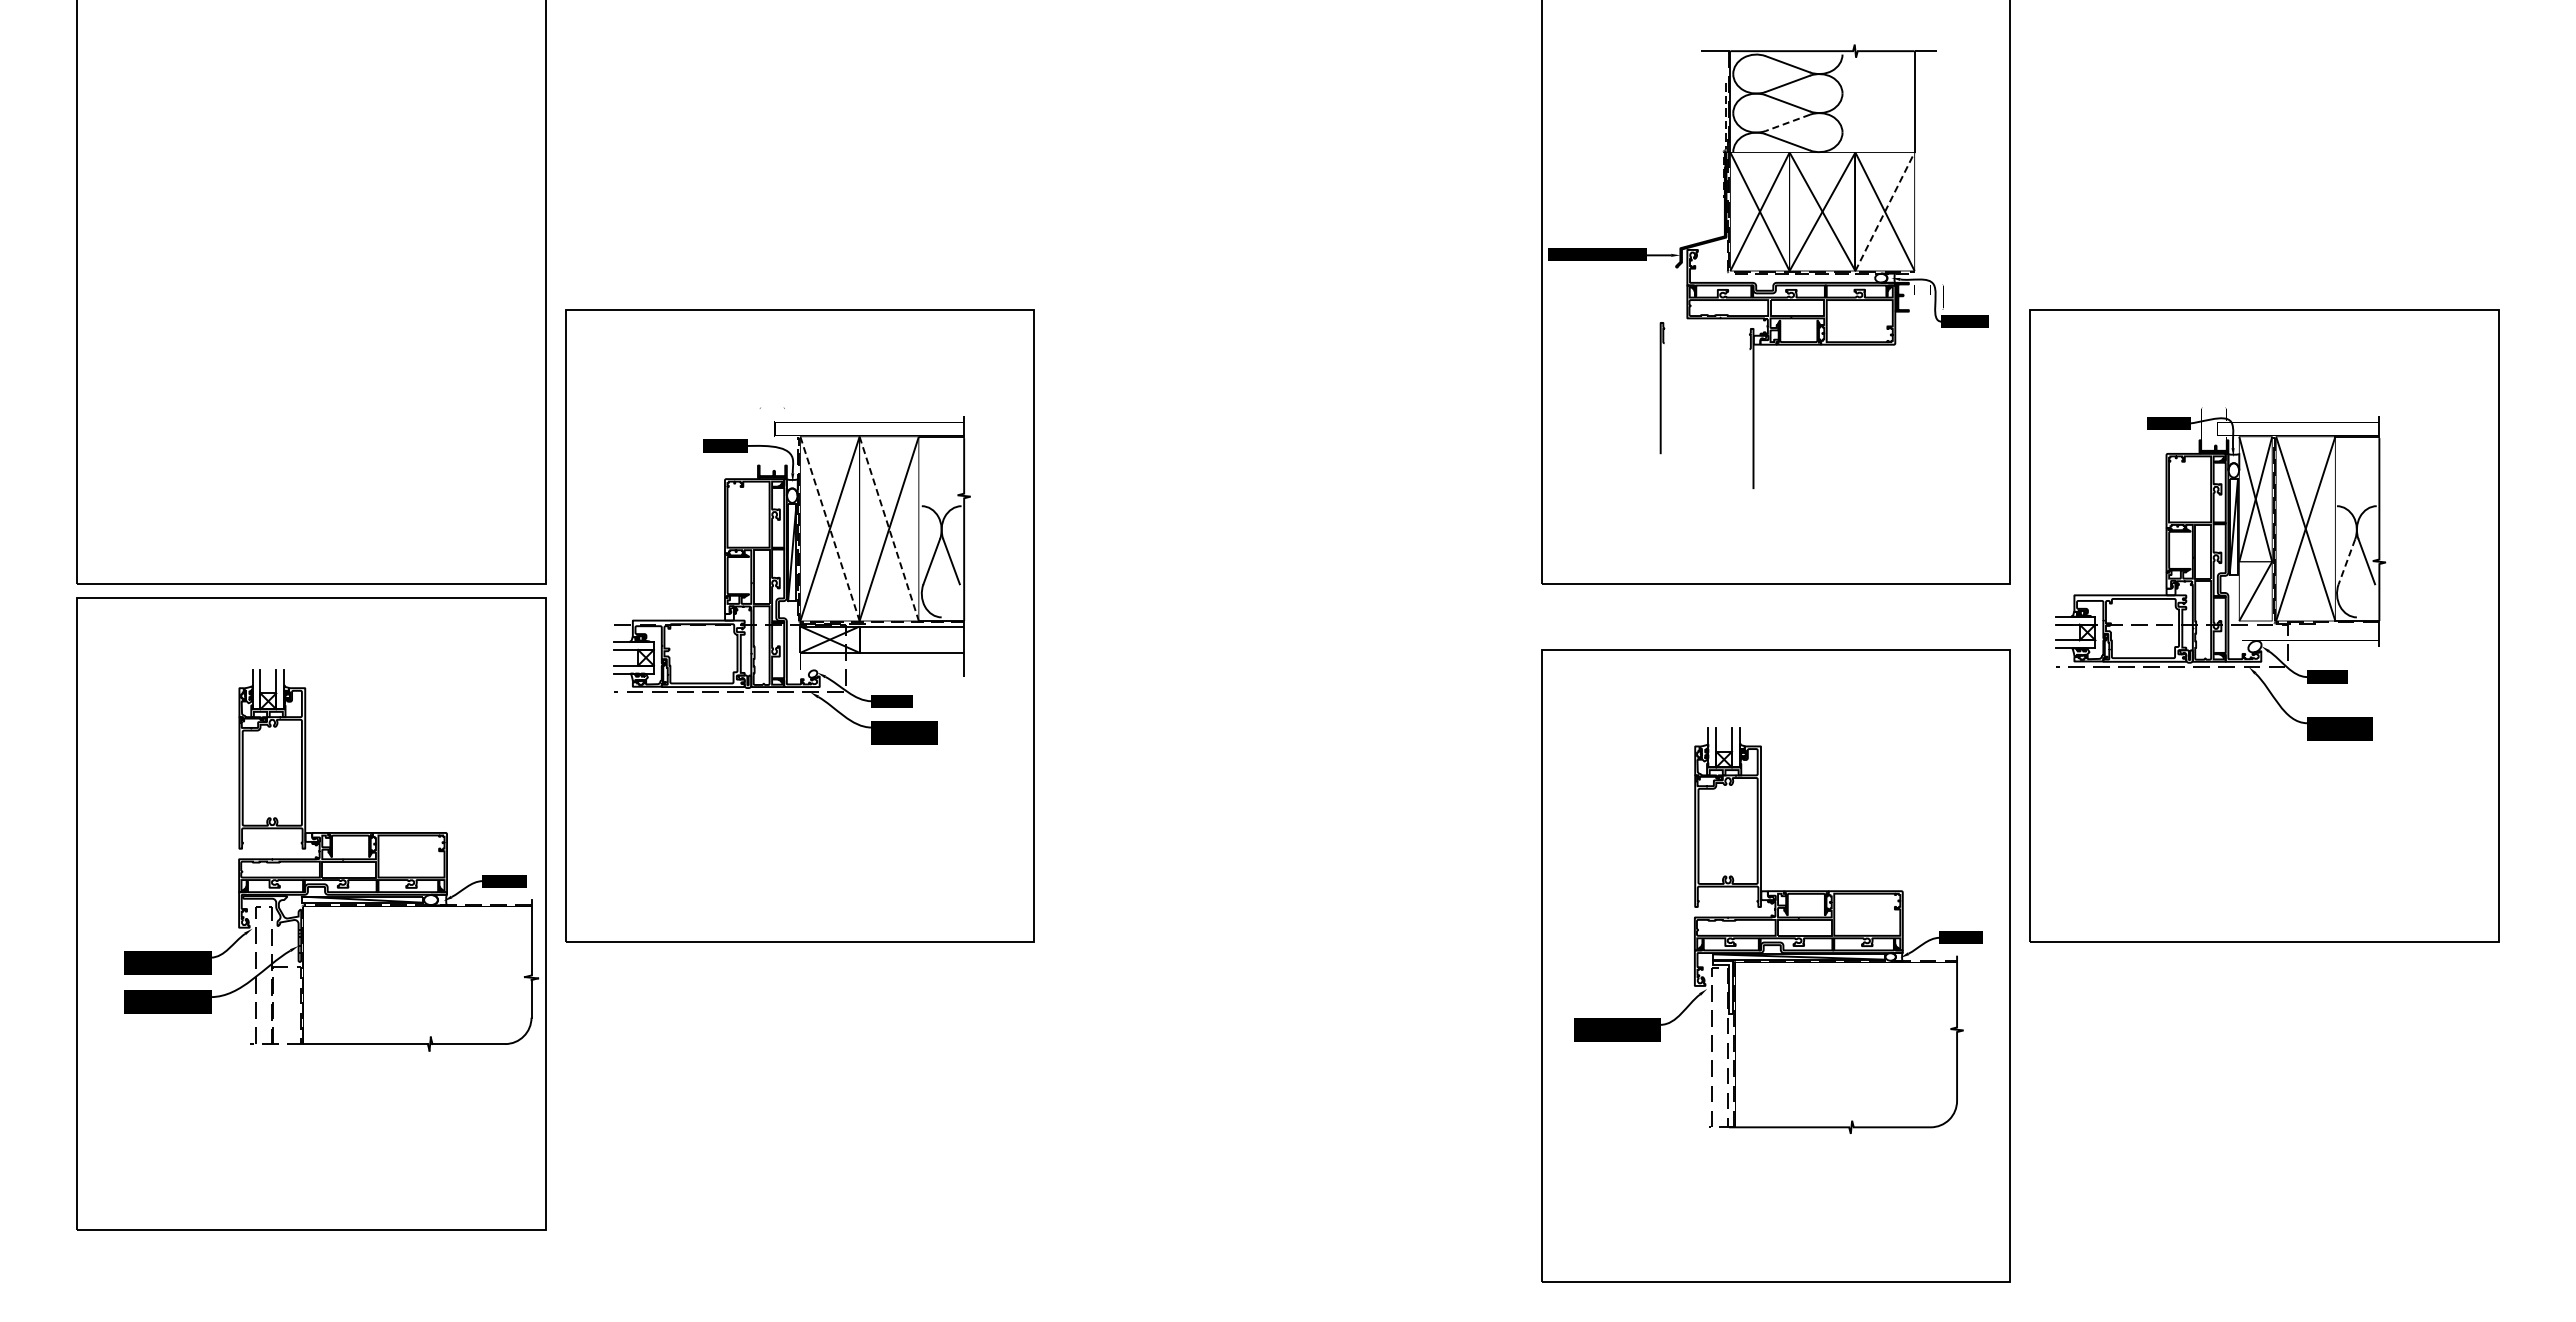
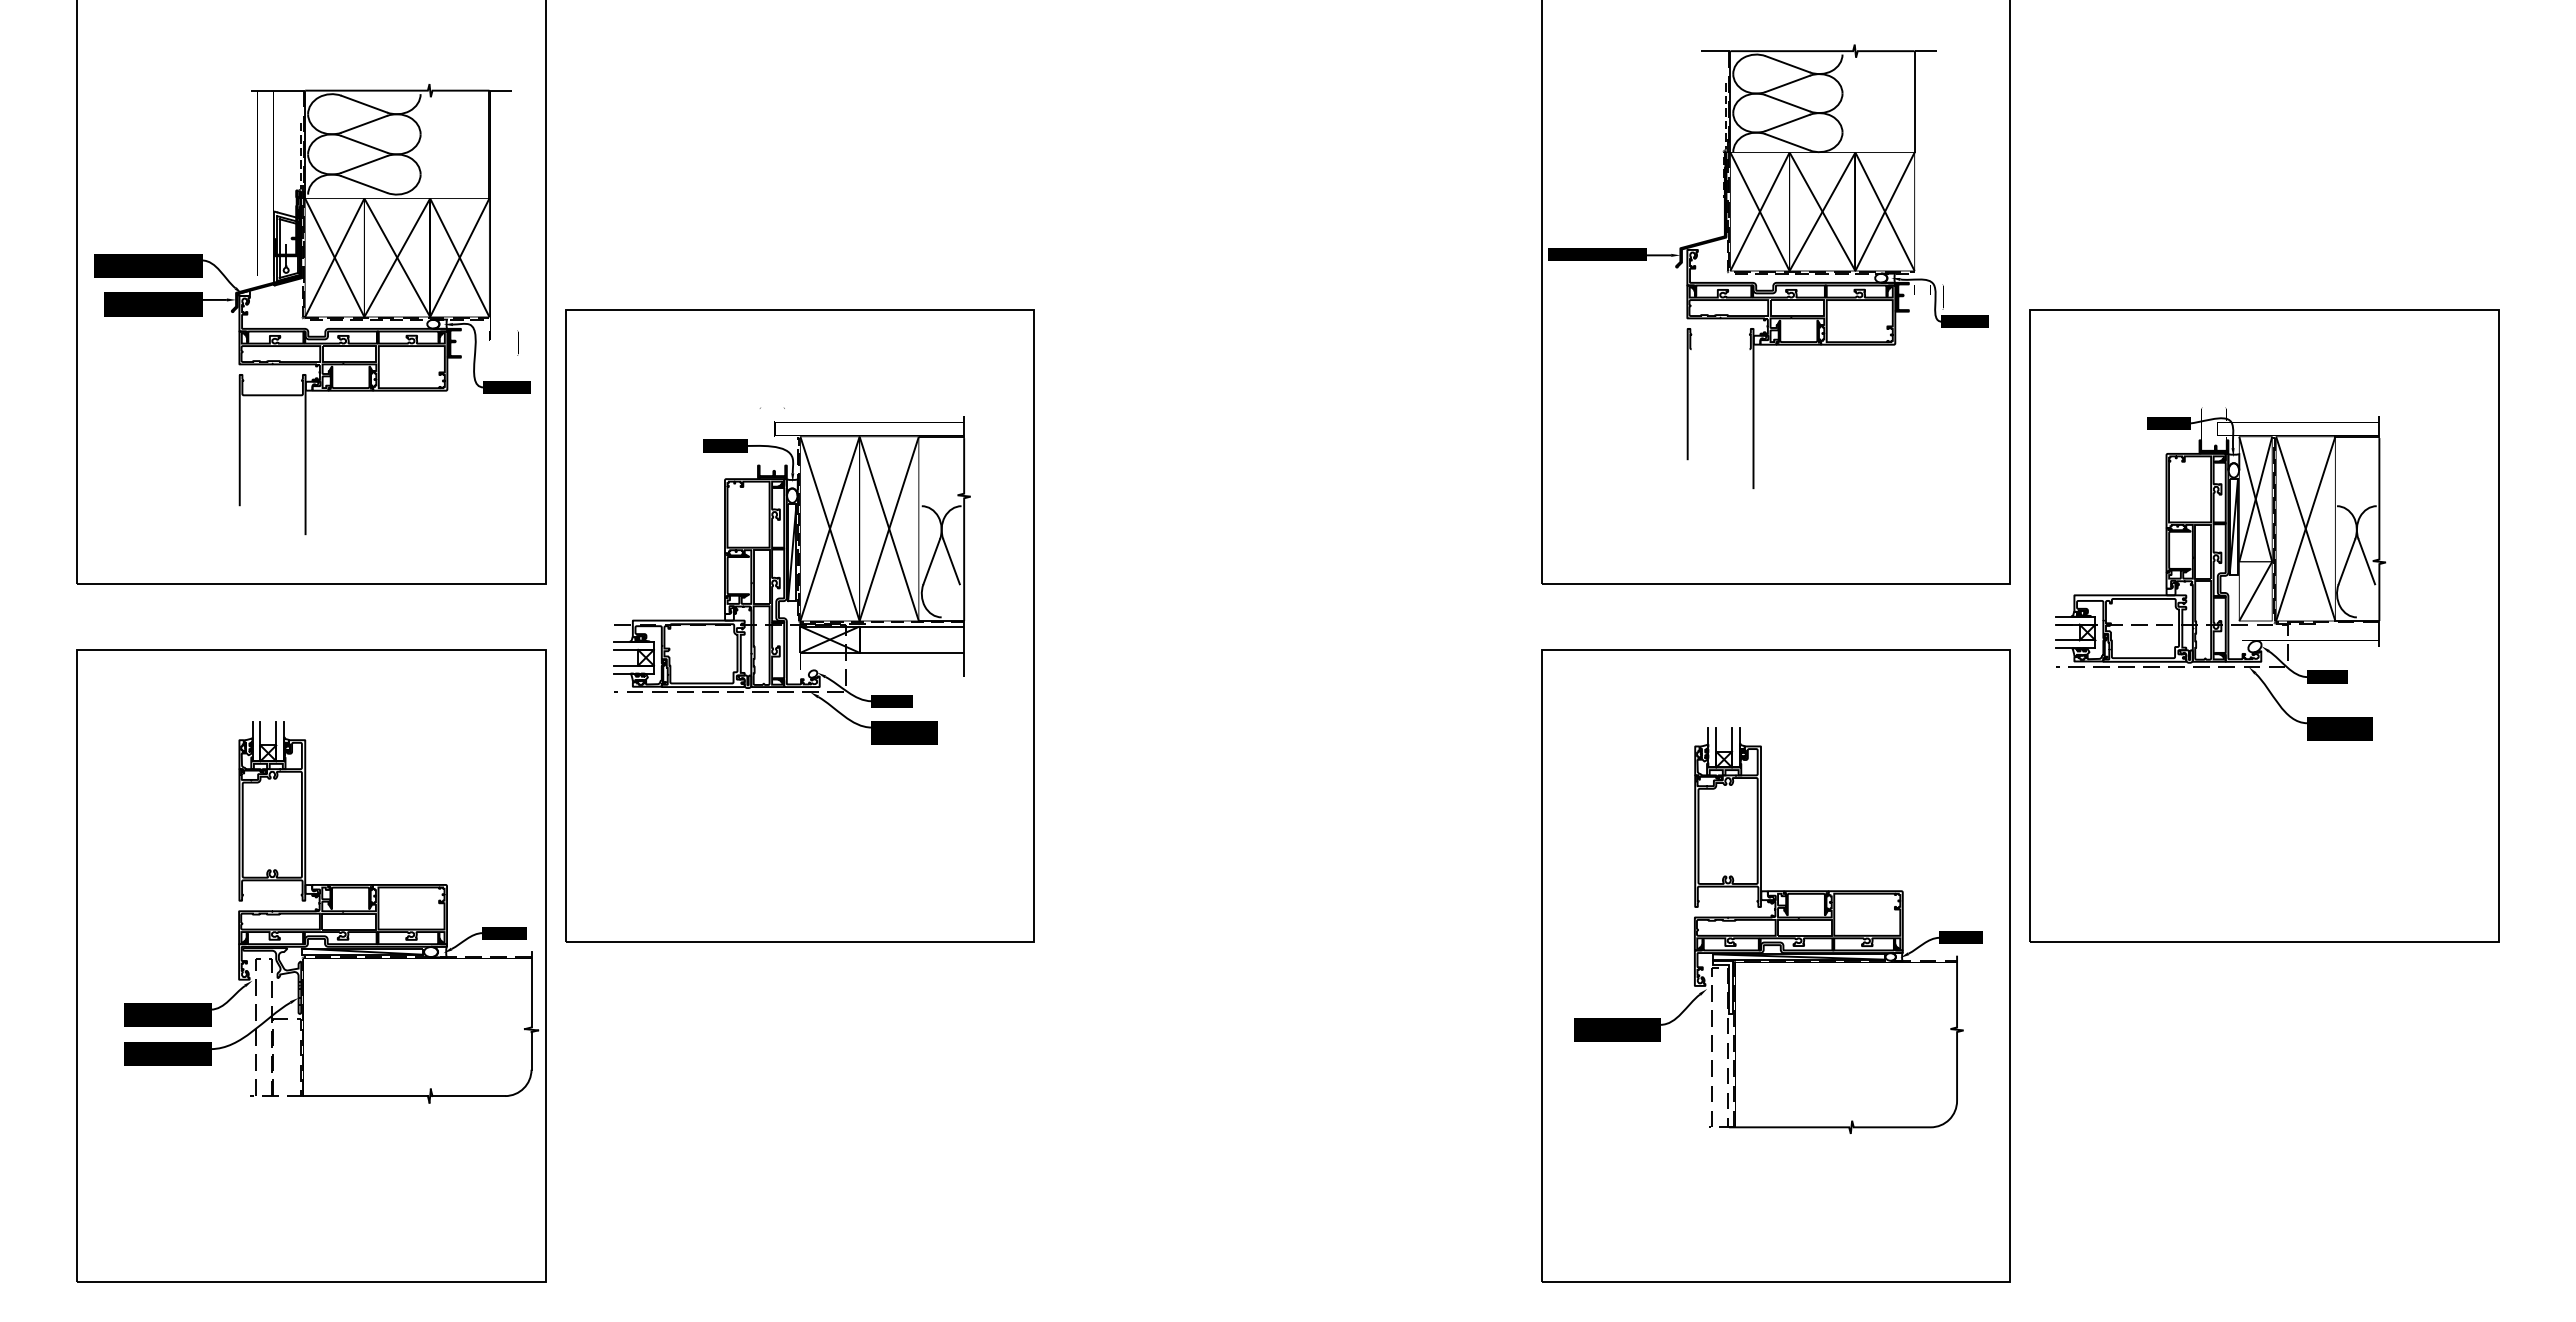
line at (1787, 122): dashed -> solid
line at (1885, 211): dashed -> solid
part at (312, 309): none -> present
curve at (1661, 388) position: (1661, 388) -> (1688, 394)
line at (830, 528): dashed -> solid
line at (889, 528): dashed -> solid
line at (2346, 561): dashed -> solid
part at (311, 913) position: (311, 913) -> (311, 965)
